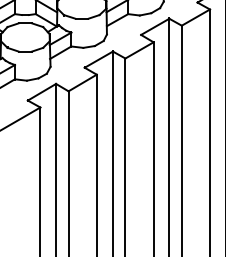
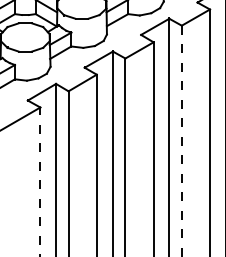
line at (181, 141): solid -> dashed
line at (40, 181): solid -> dashed
